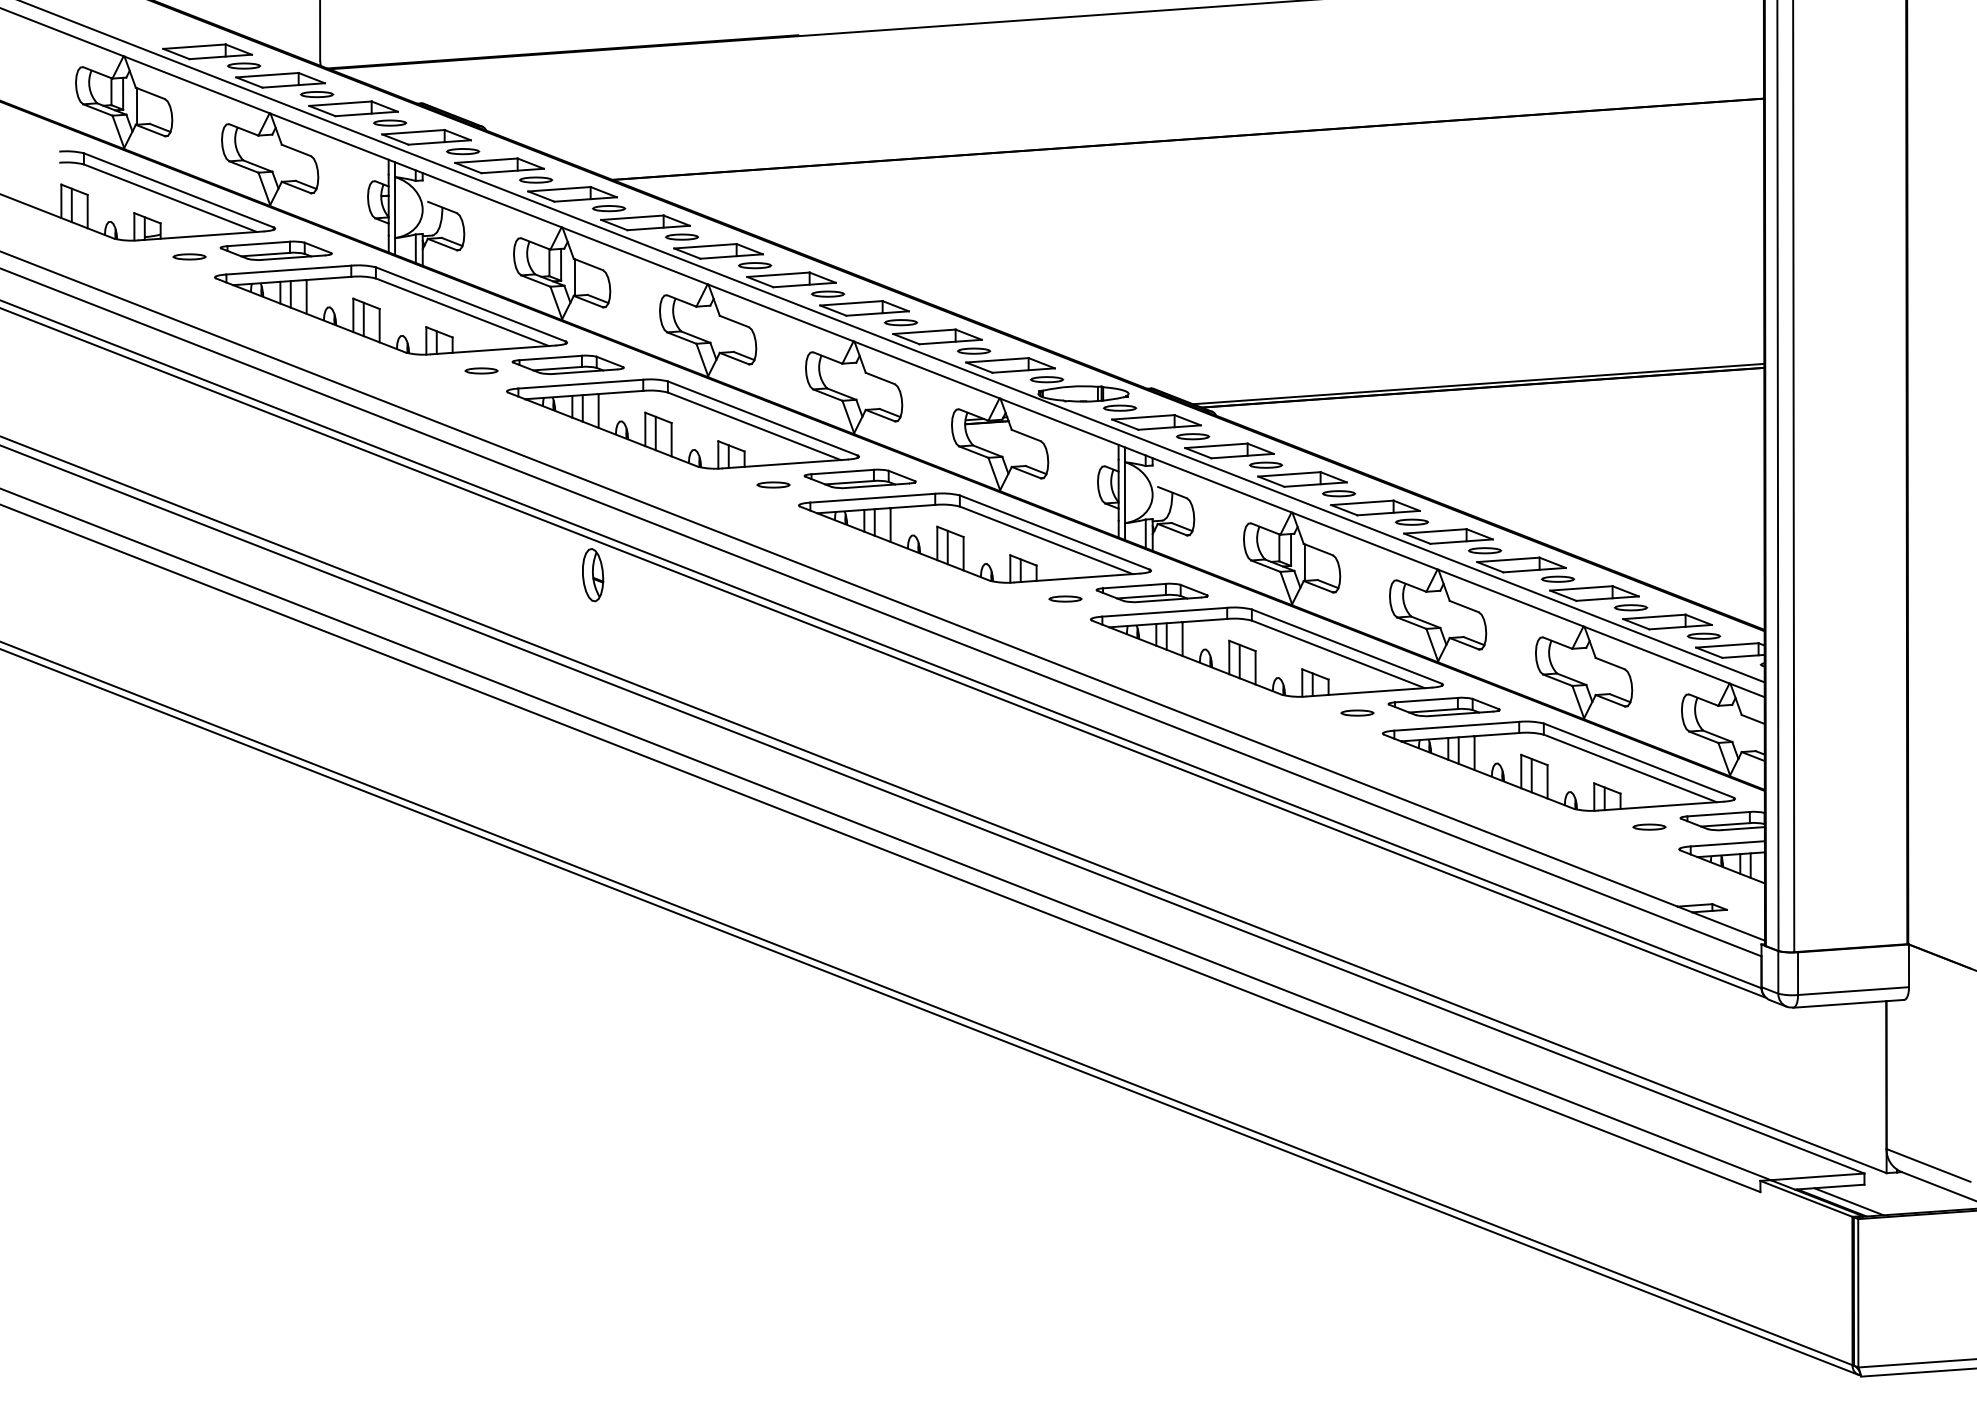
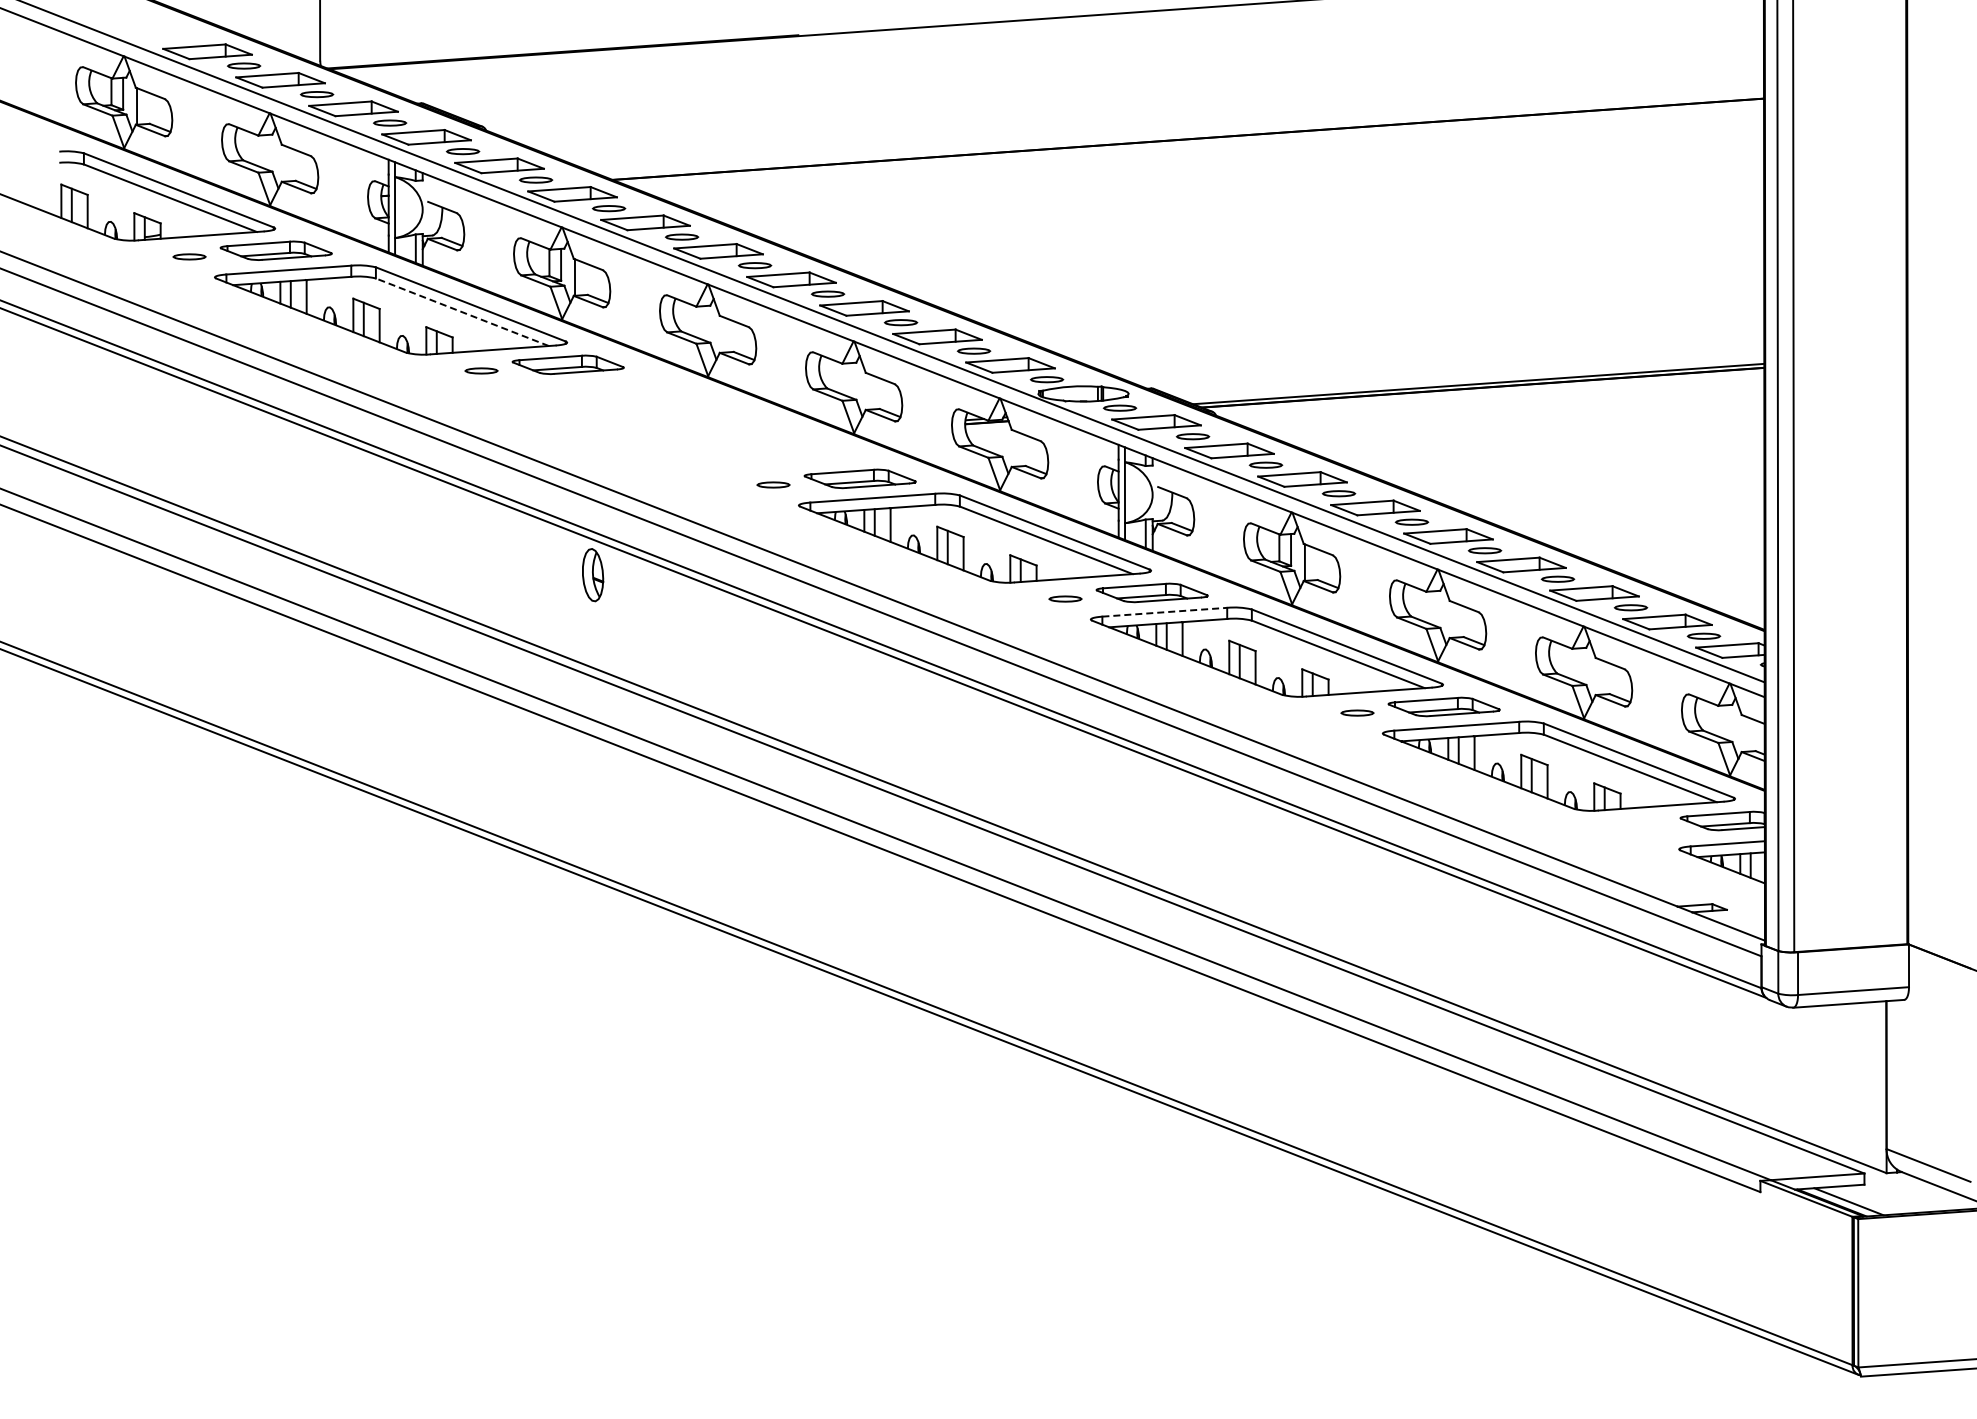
line at (462, 312): solid -> dashed
part at (683, 423): present -> none
line at (1164, 612): solid -> dashed
part at (1649, 826): present -> none
